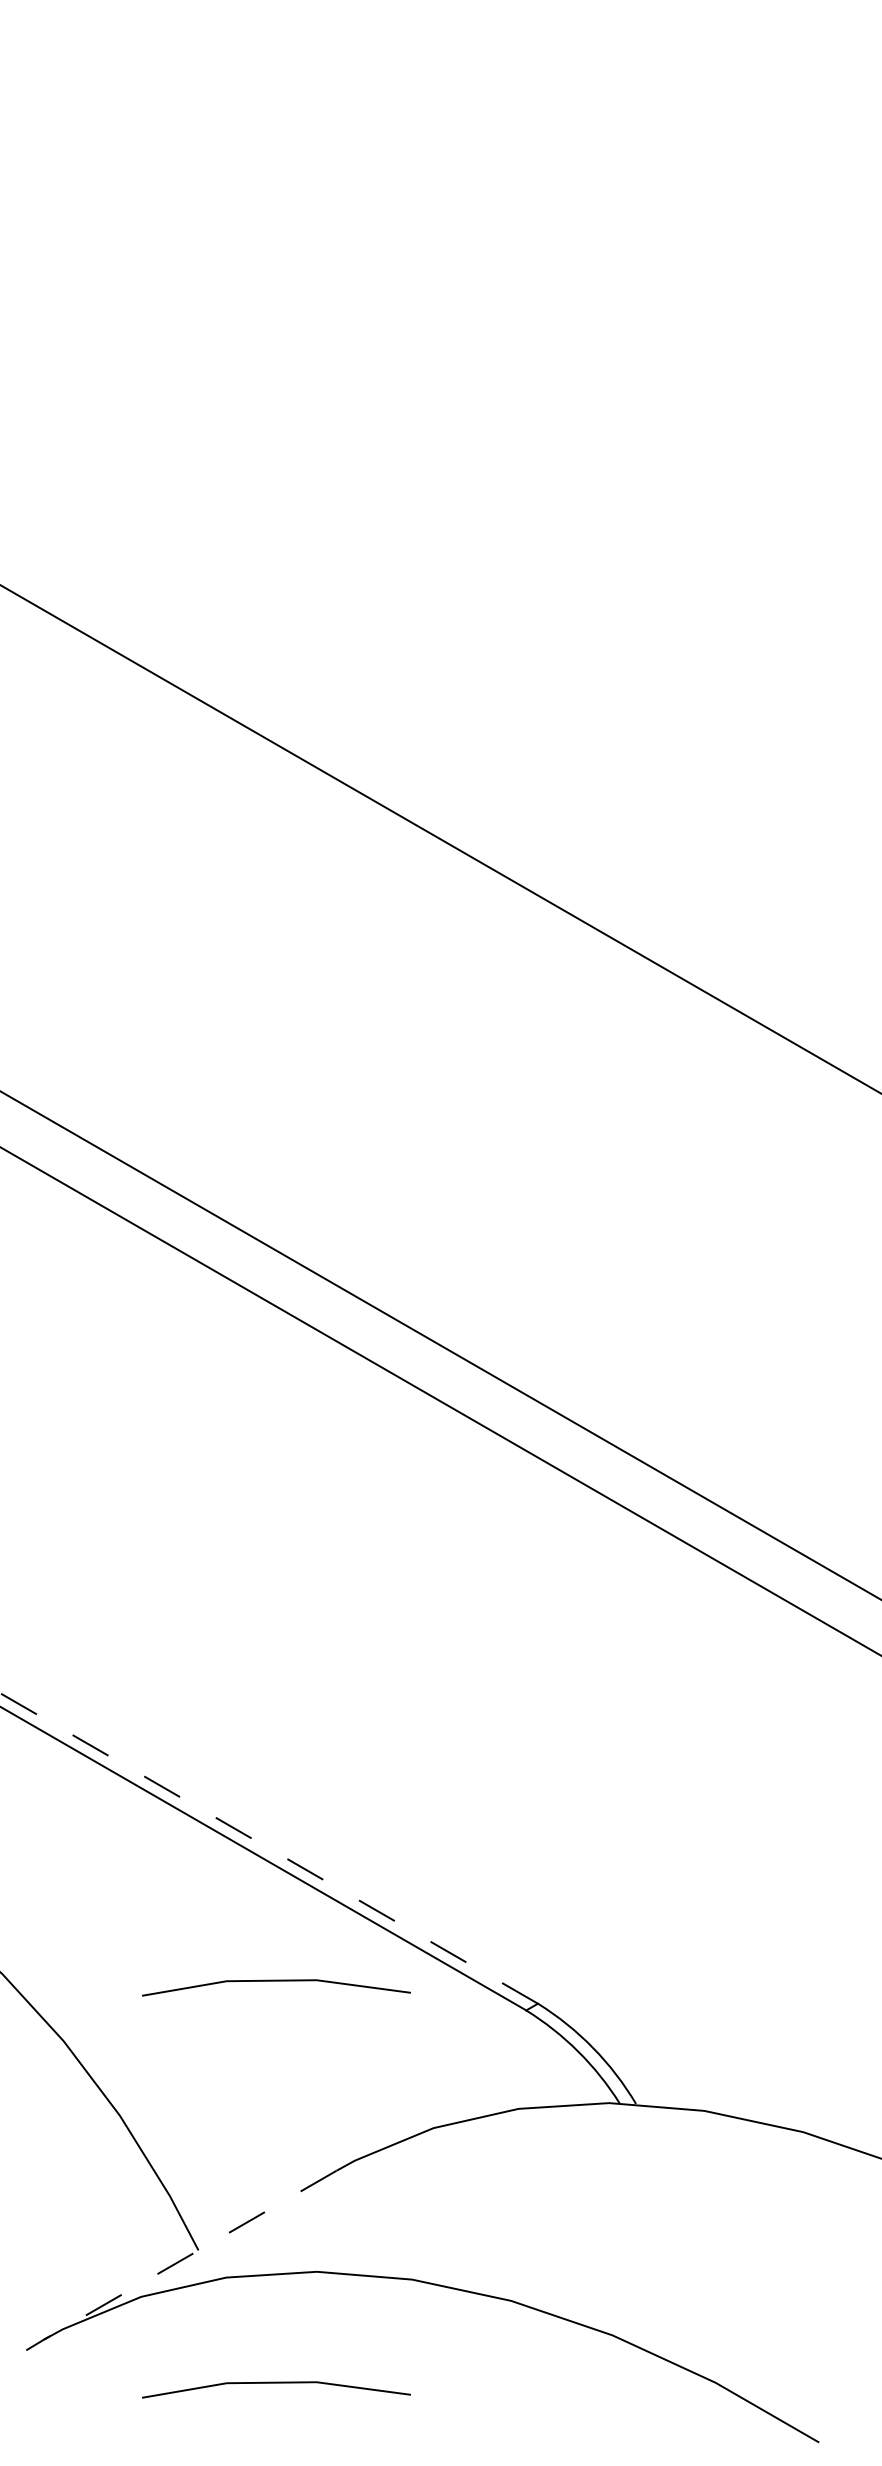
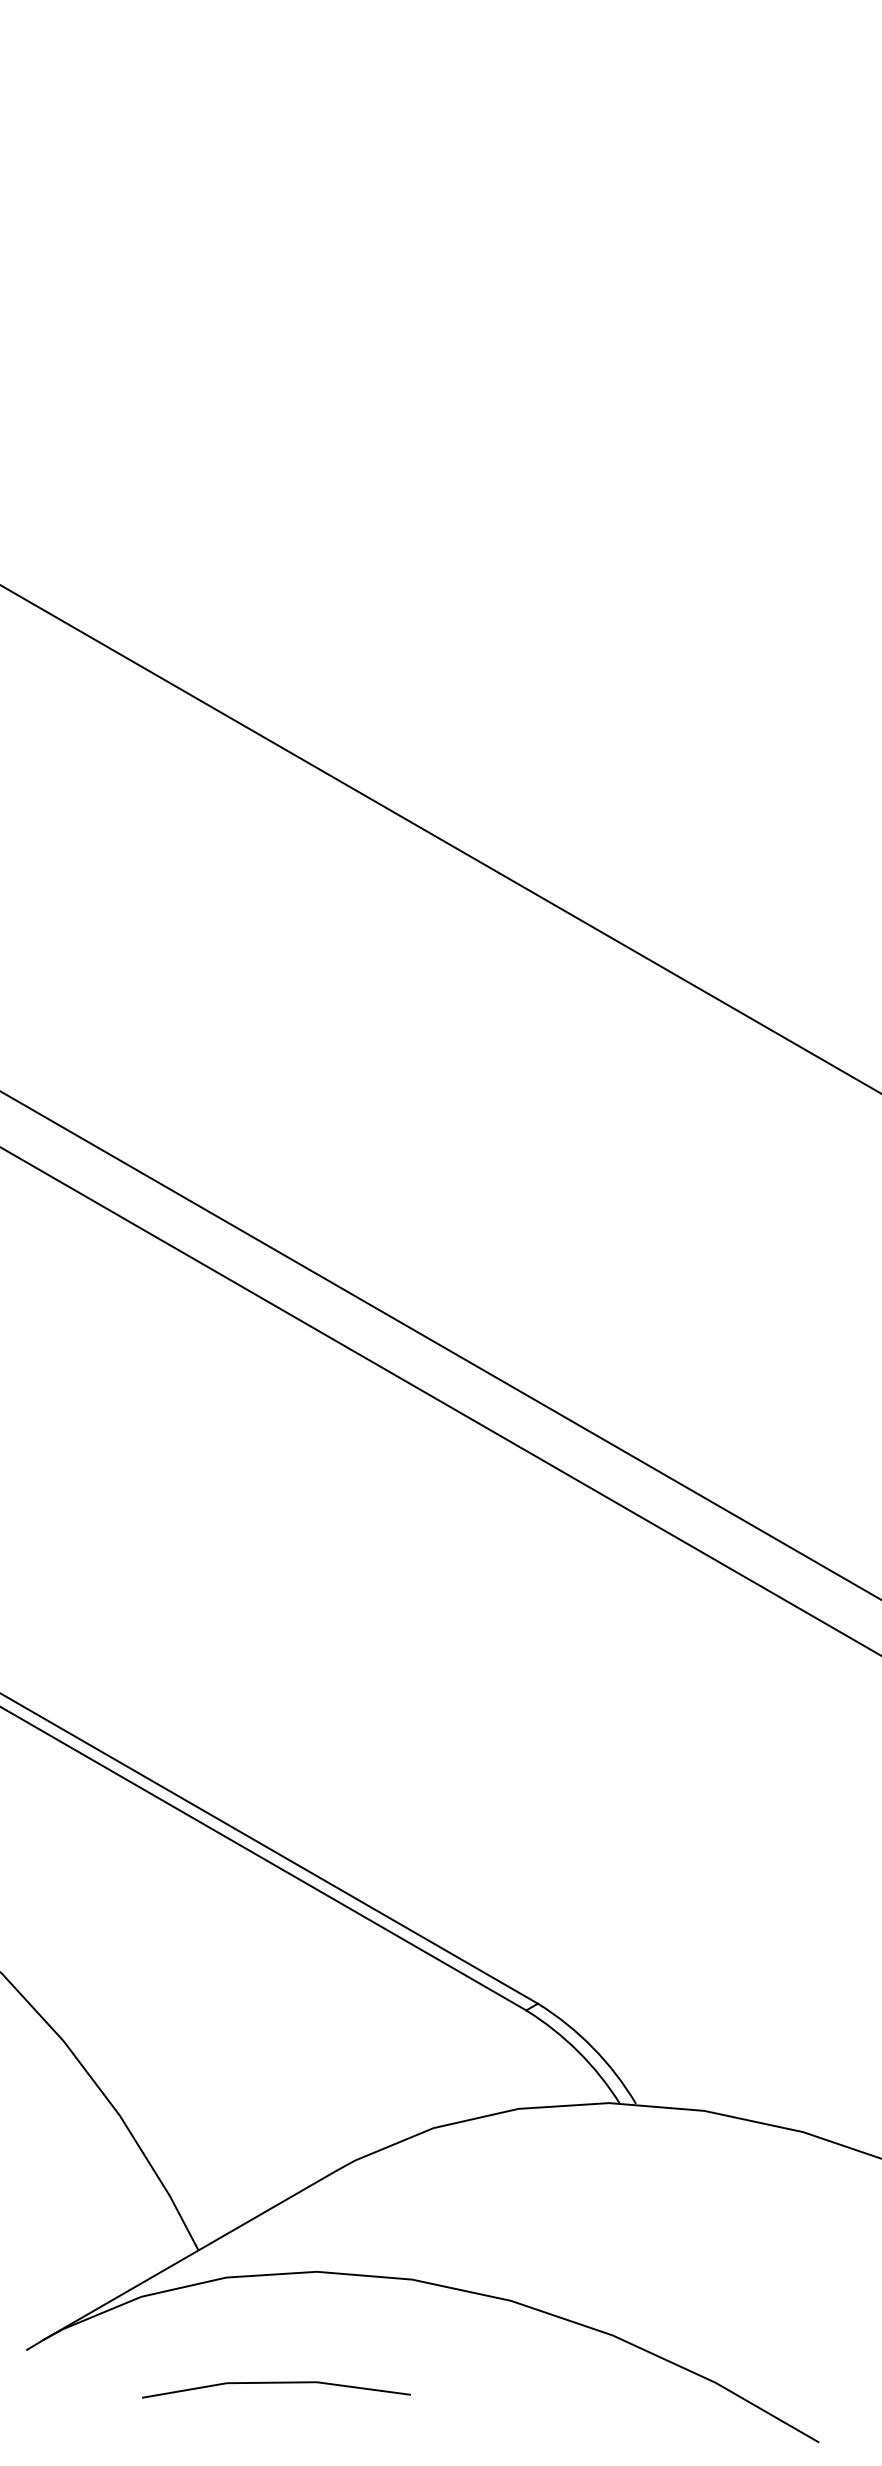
line at (268, 1848): dashed -> solid
line at (276, 1981): present -> none
line at (190, 2255): dashed -> solid
